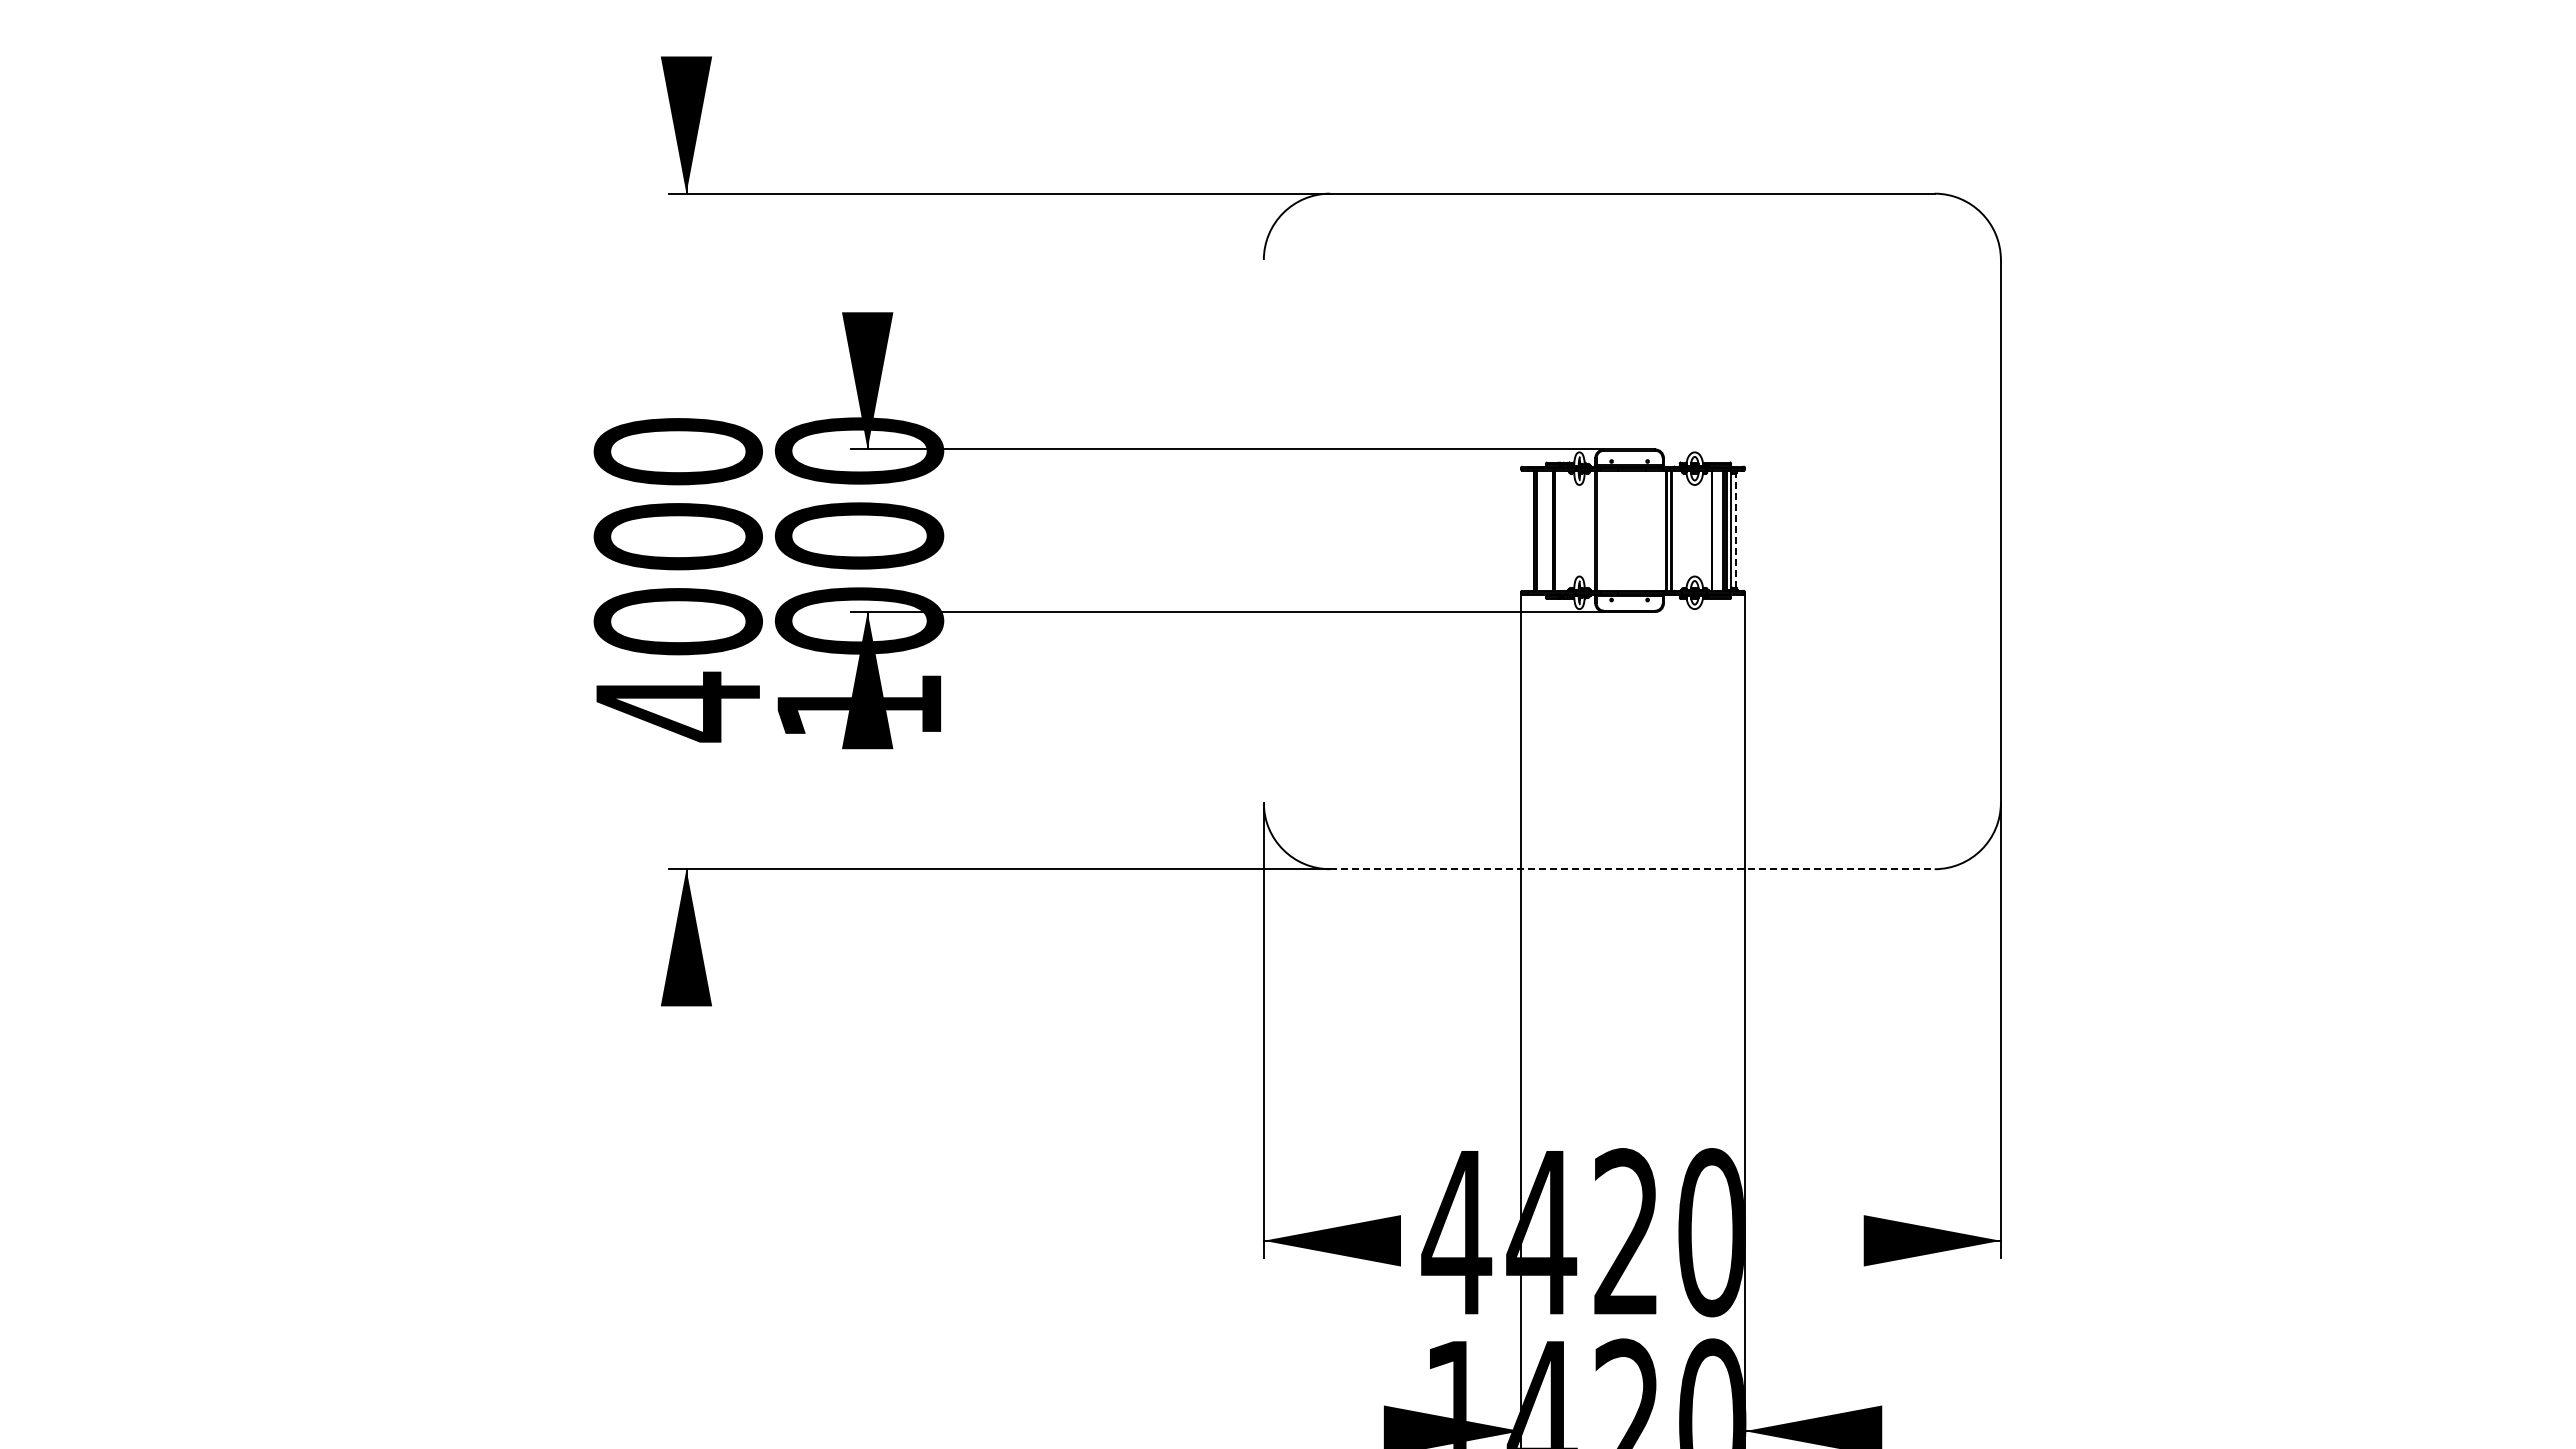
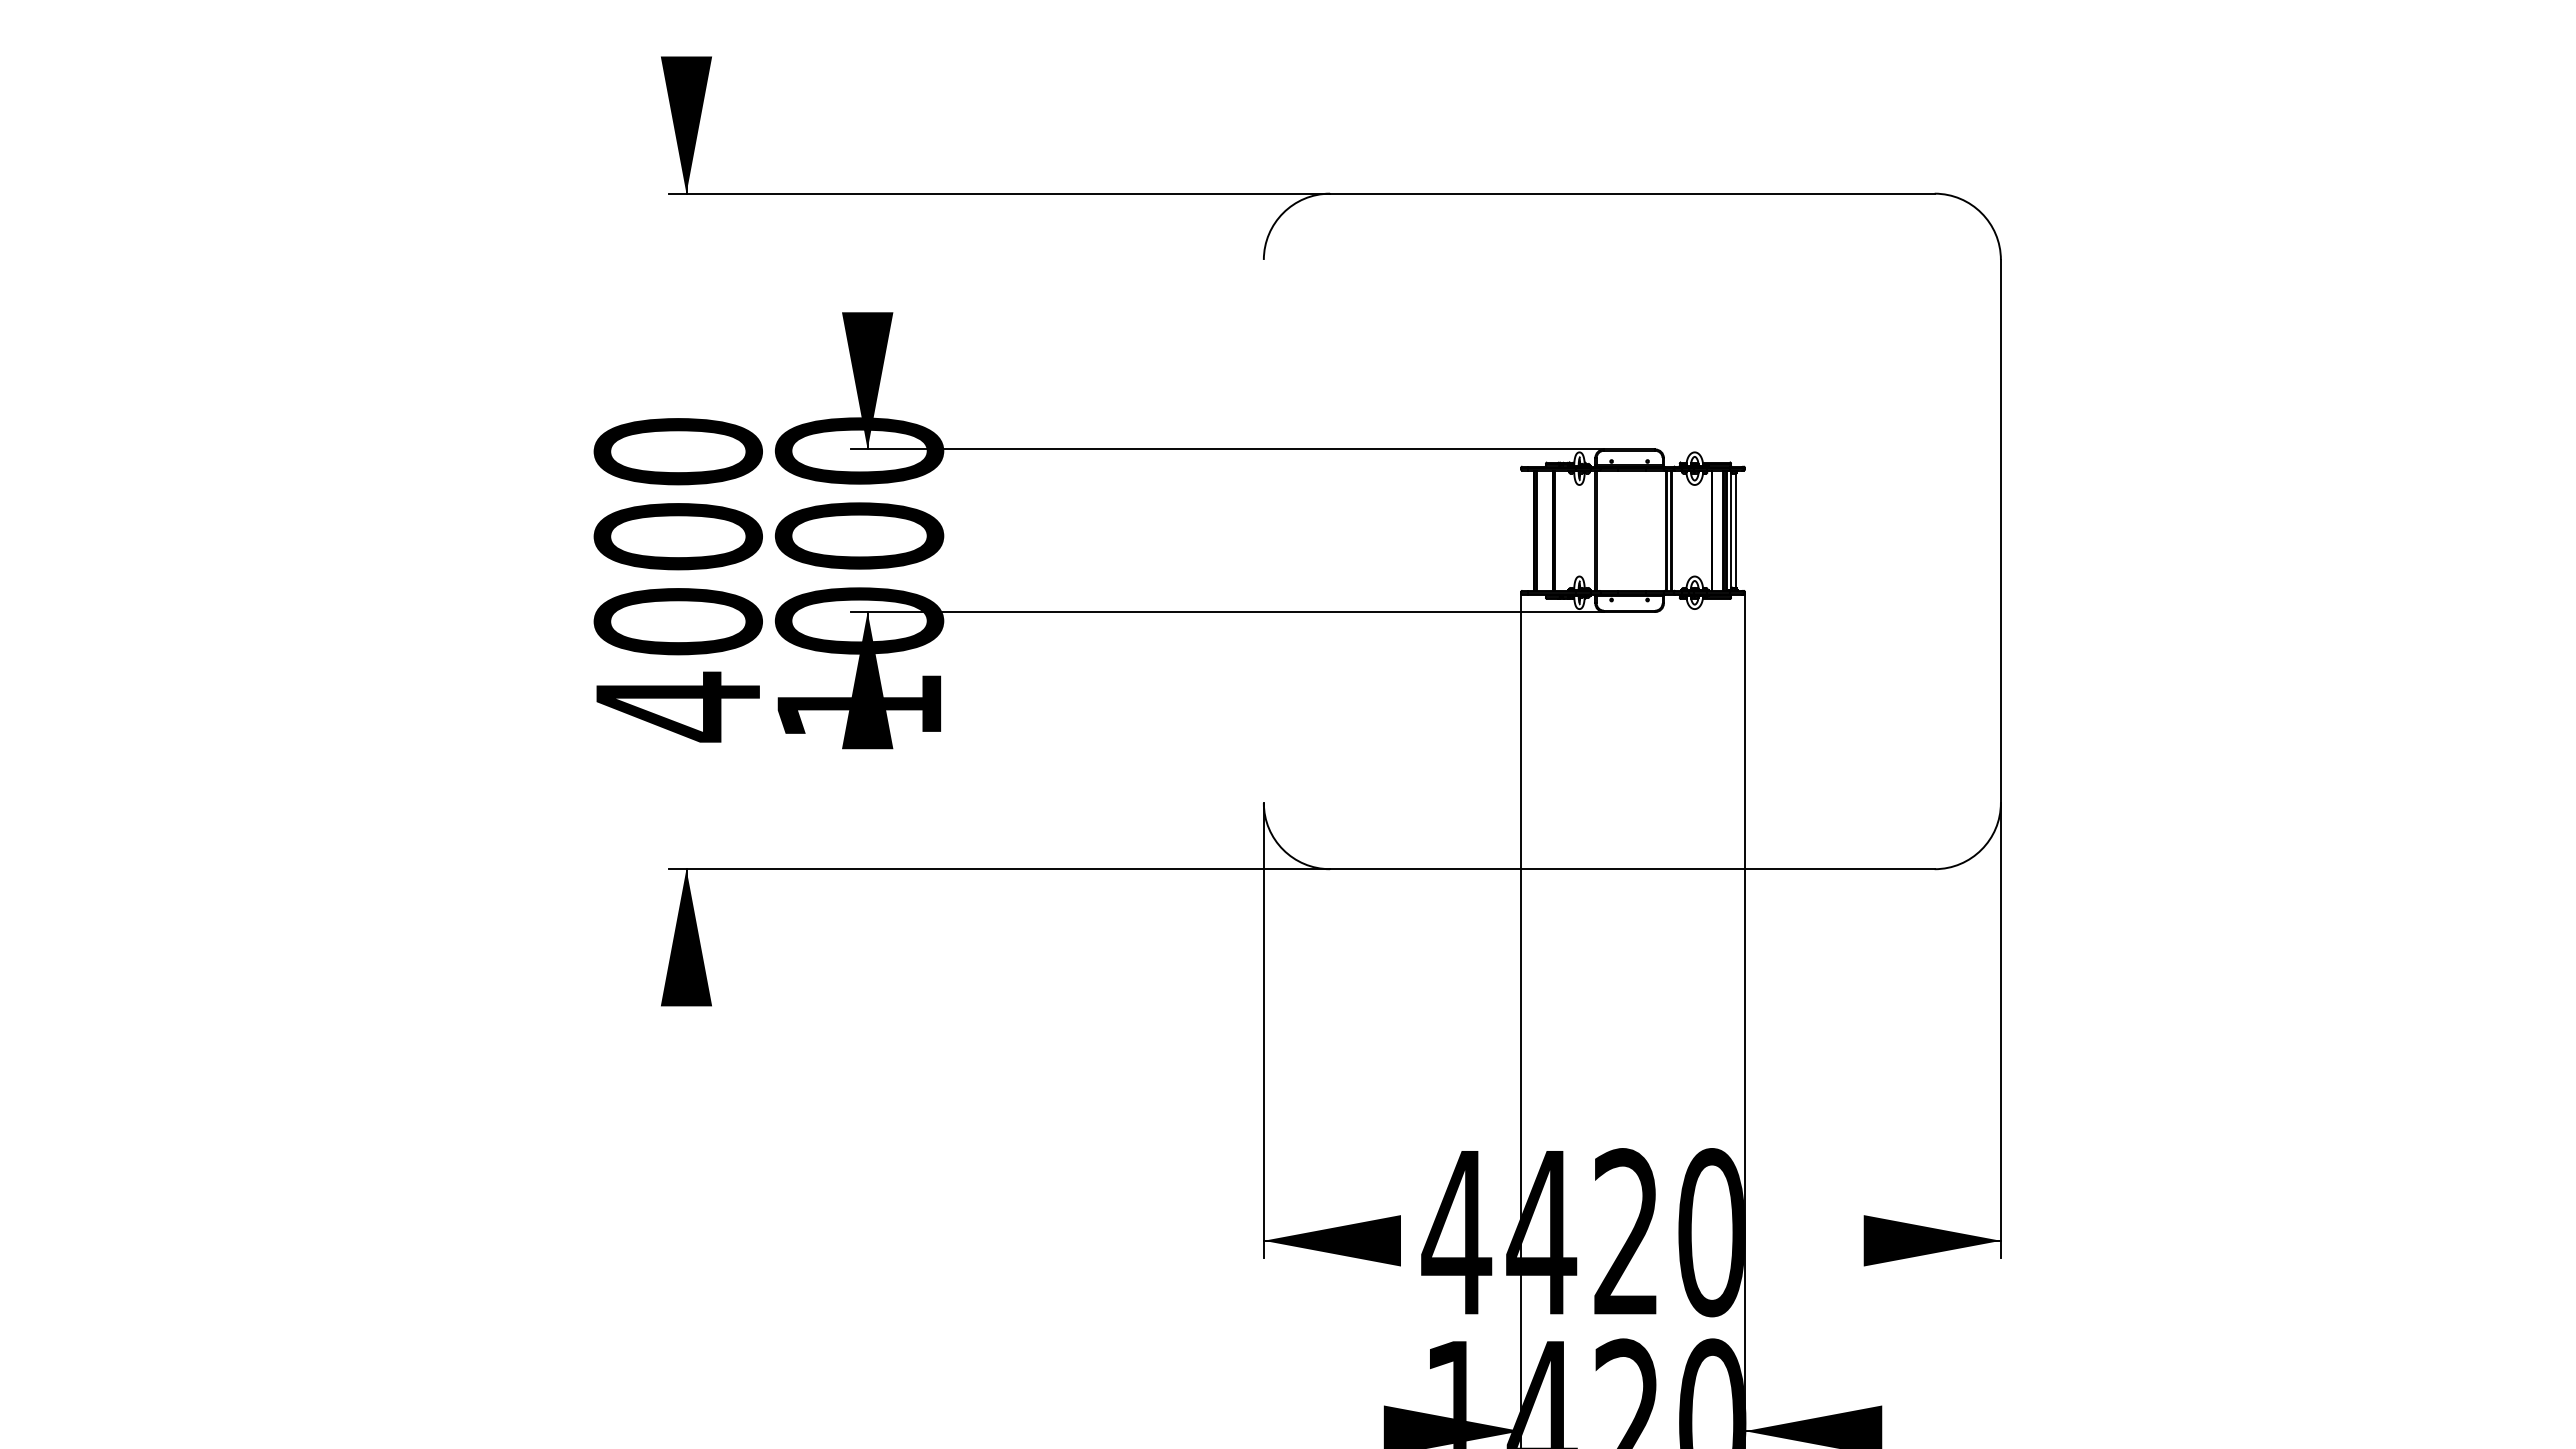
line at (1736, 530): dashed -> solid
line at (1632, 869): dashed -> solid
